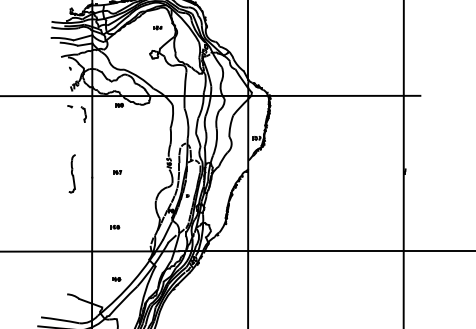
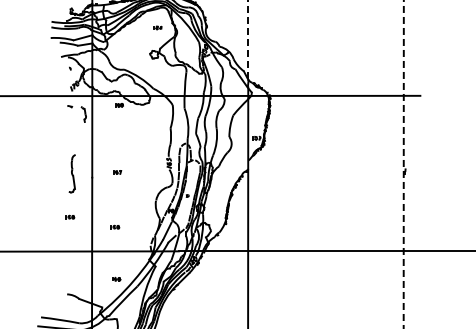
line at (248, 40): solid -> dashed
line at (403, 164): solid -> dashed
part at (70, 216): none -> present
